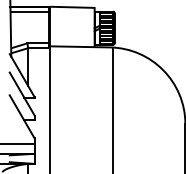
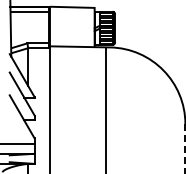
line at (113, 108) position: (113, 108) -> (106, 108)
line at (185, 149): solid -> dashed
